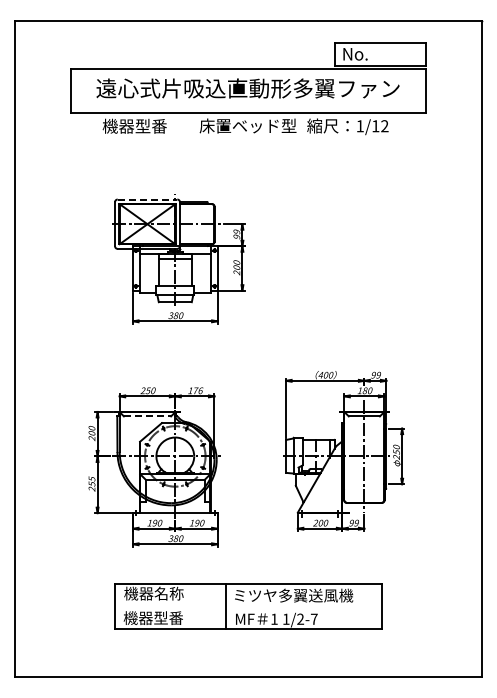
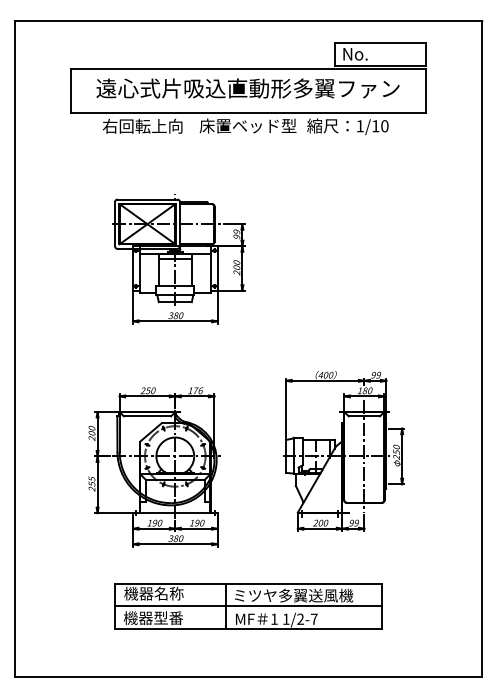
text at (142, 125): 機器型番 -> 右回転上向
text at (384, 126): 1/12 -> 1/10
line at (147, 199): dashed -> solid
line at (147, 416): dashed -> solid
line at (248, 606): none -> present
